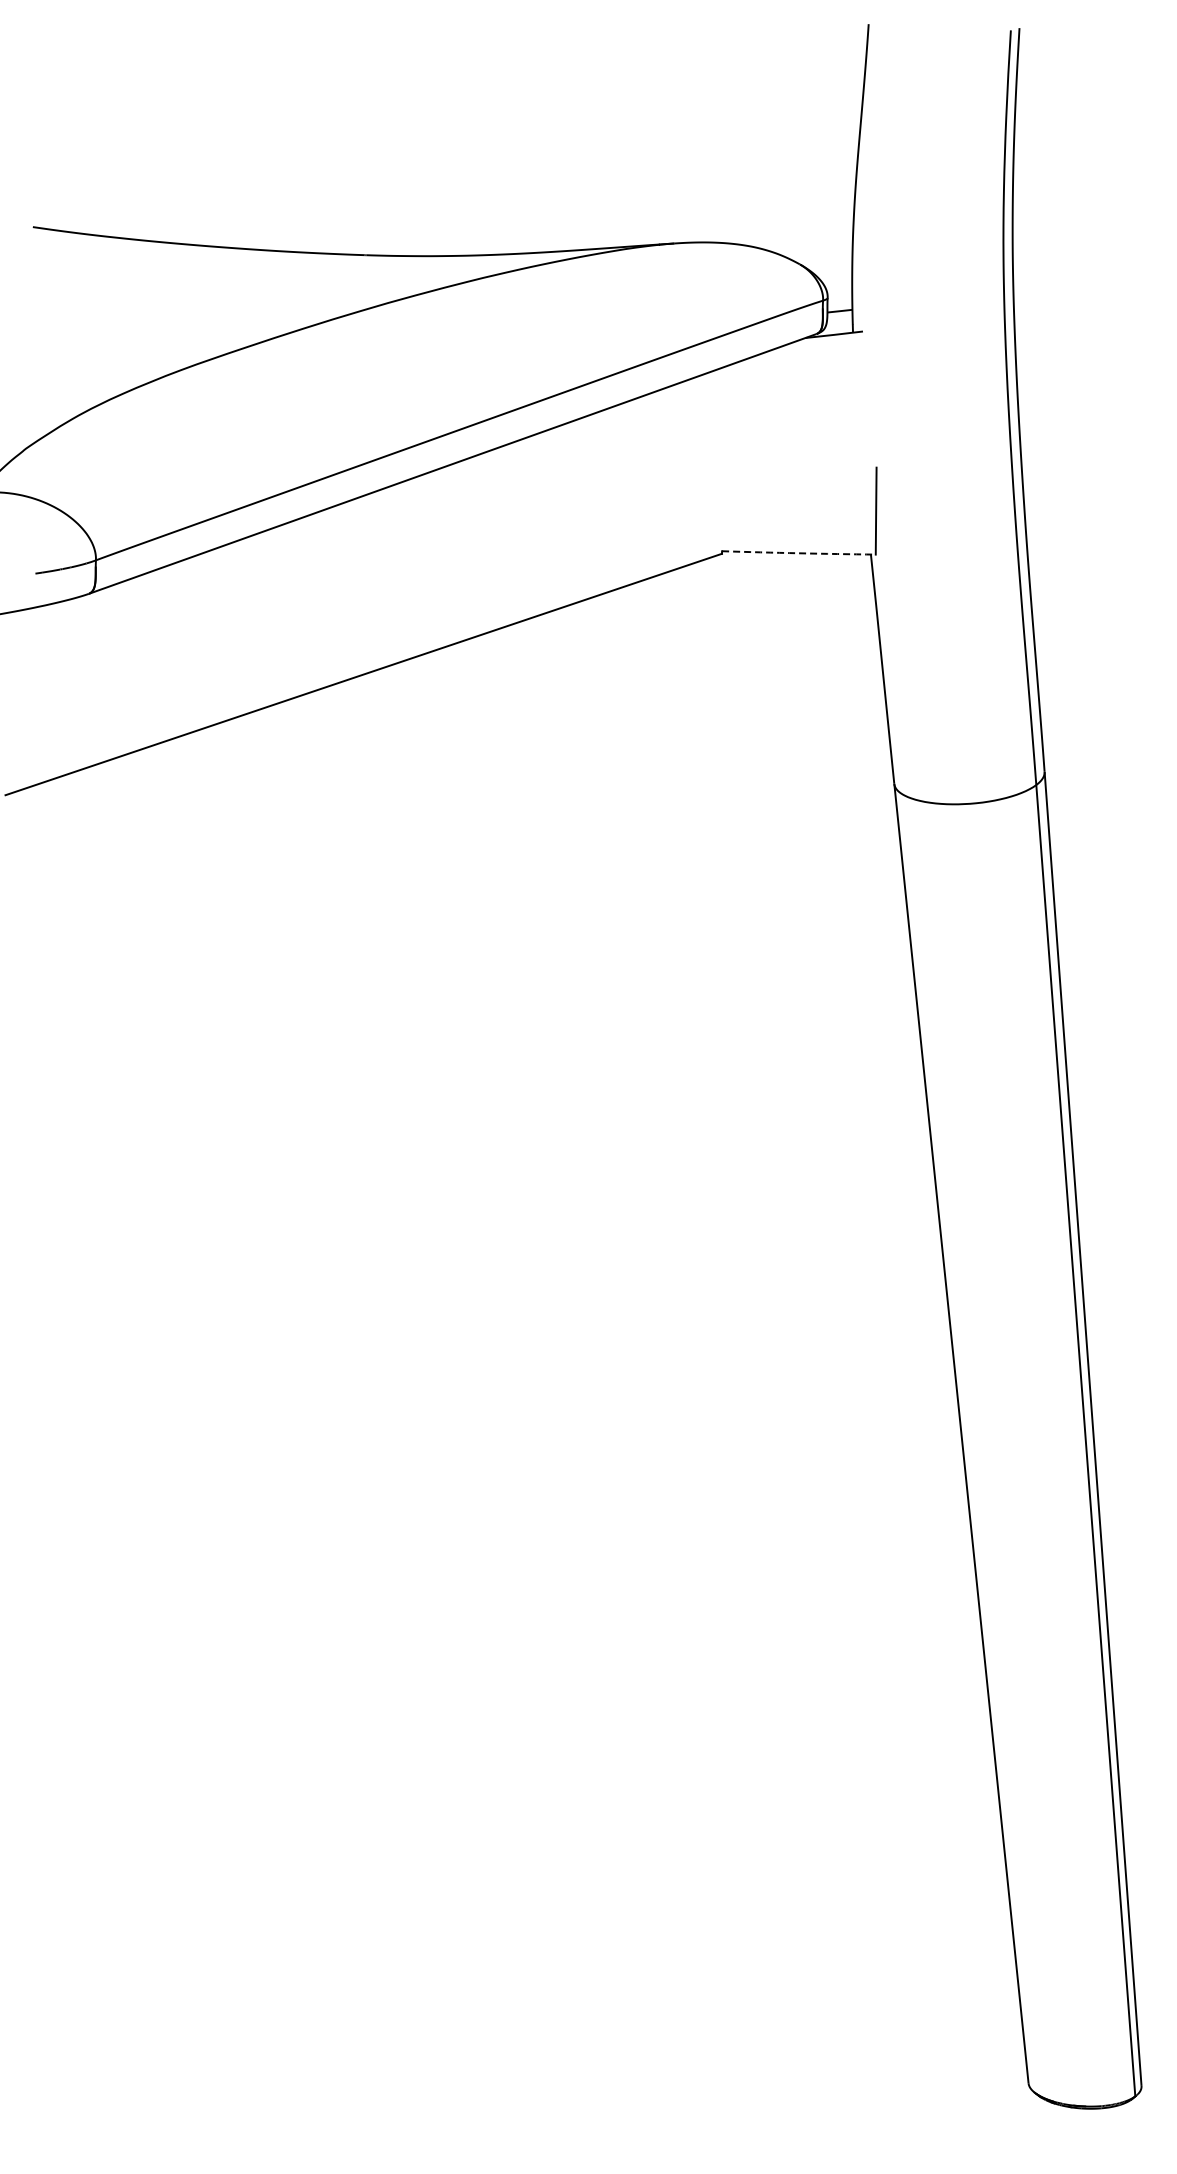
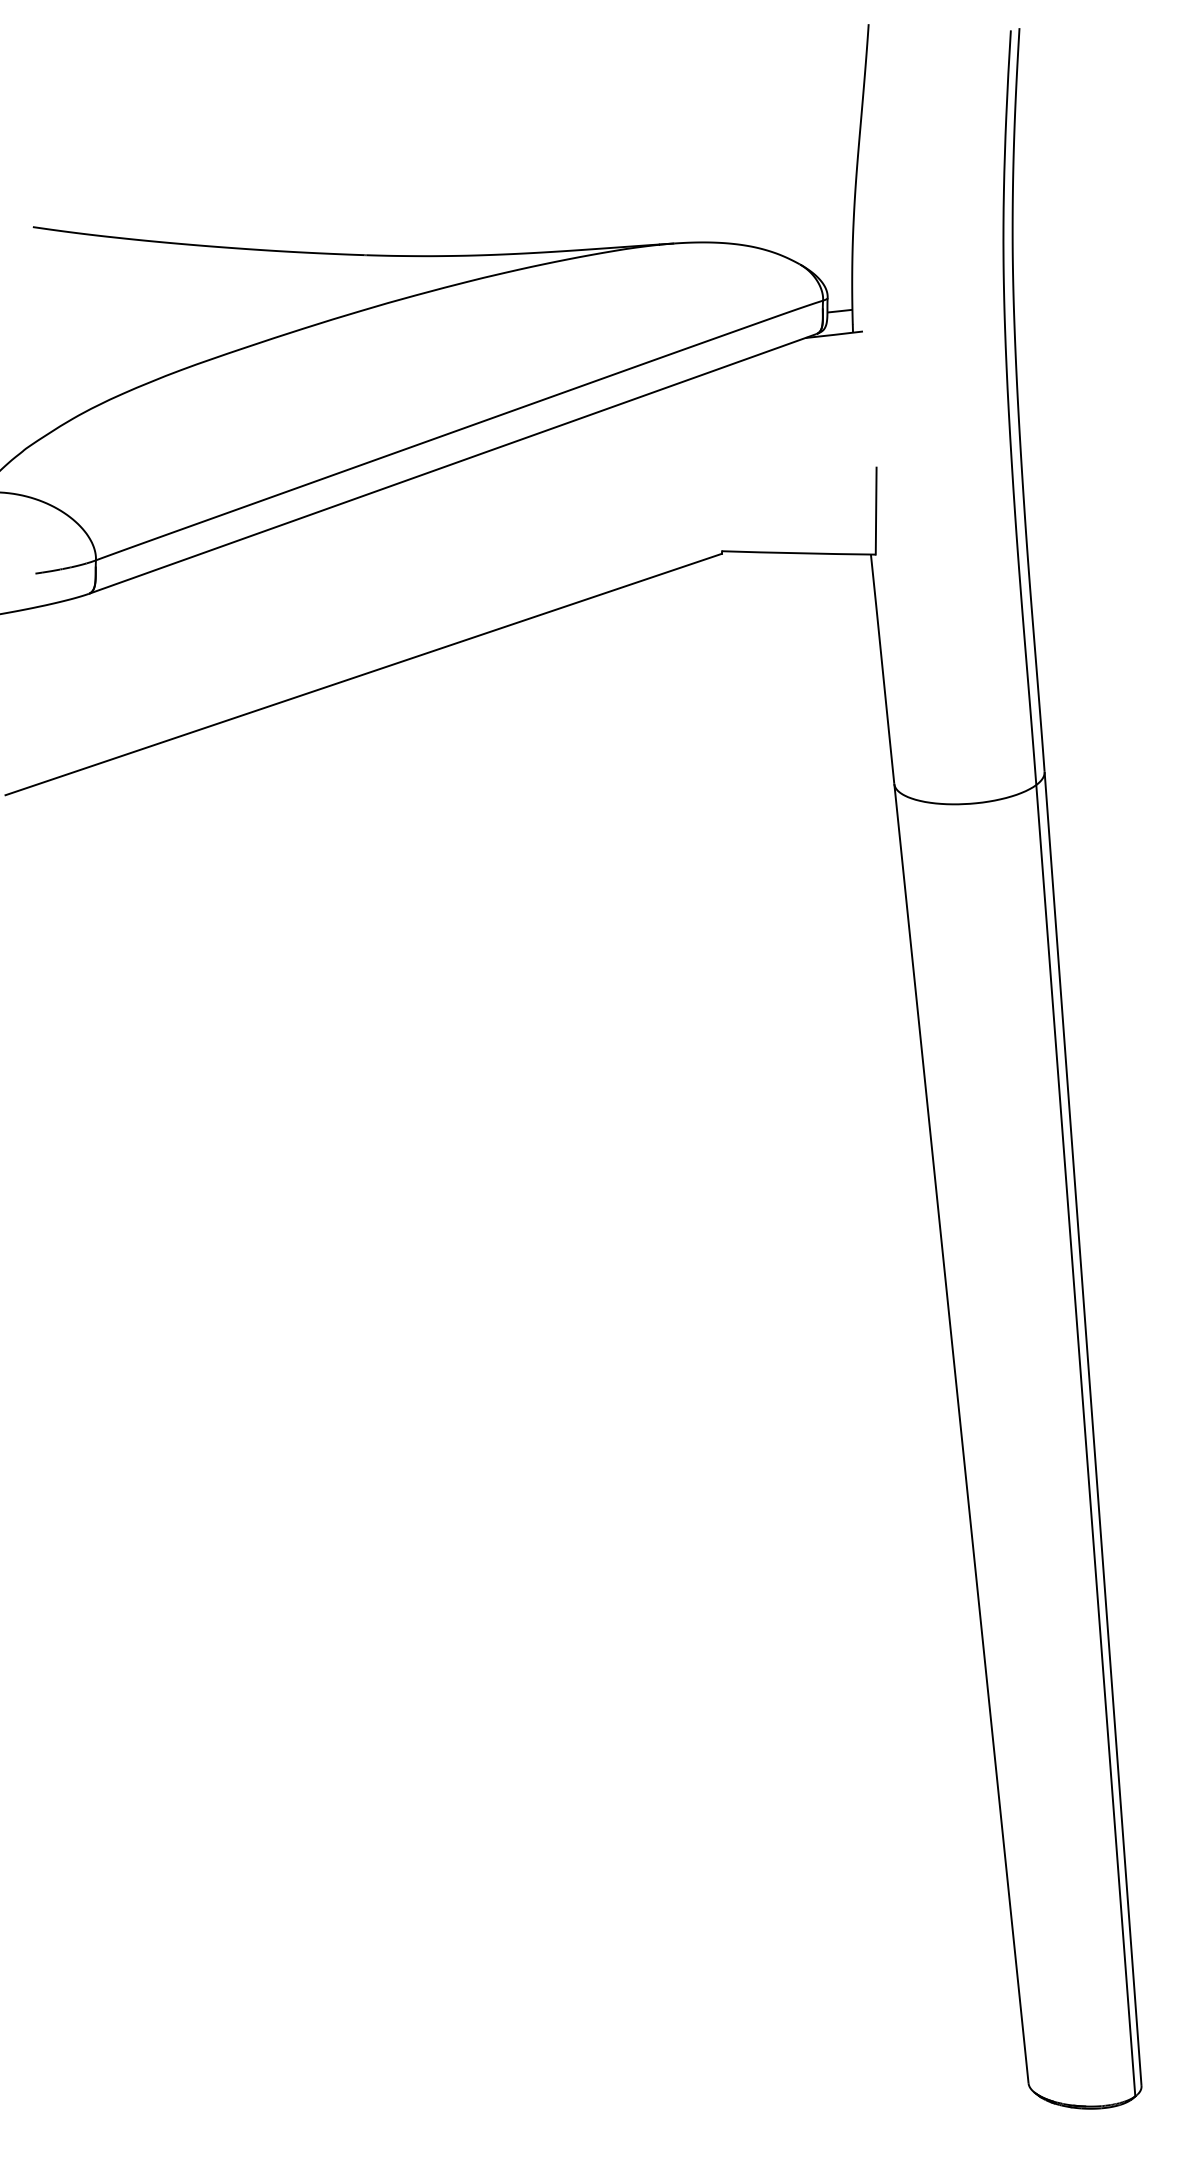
arc at (798, 553): dashed -> solid
